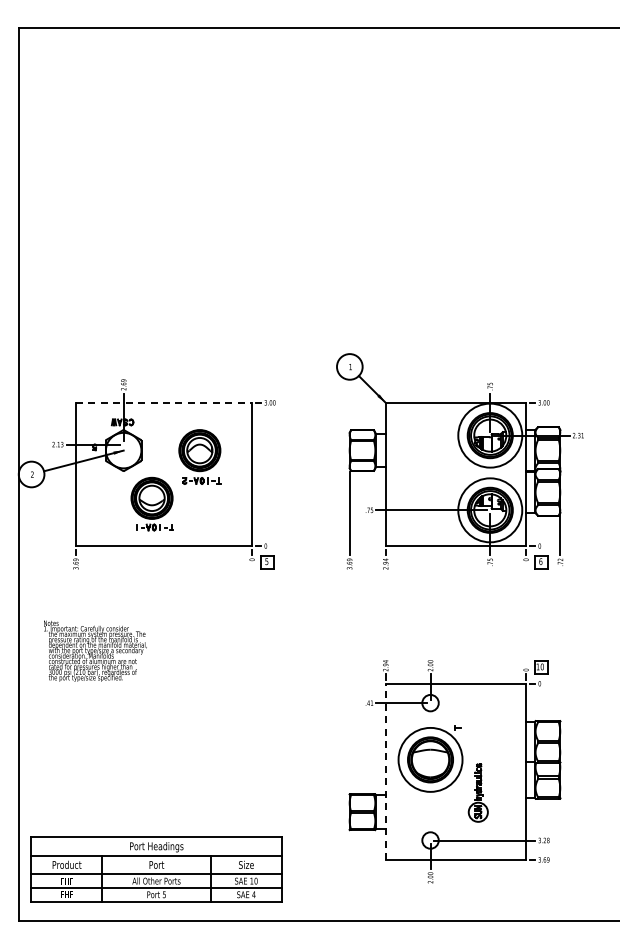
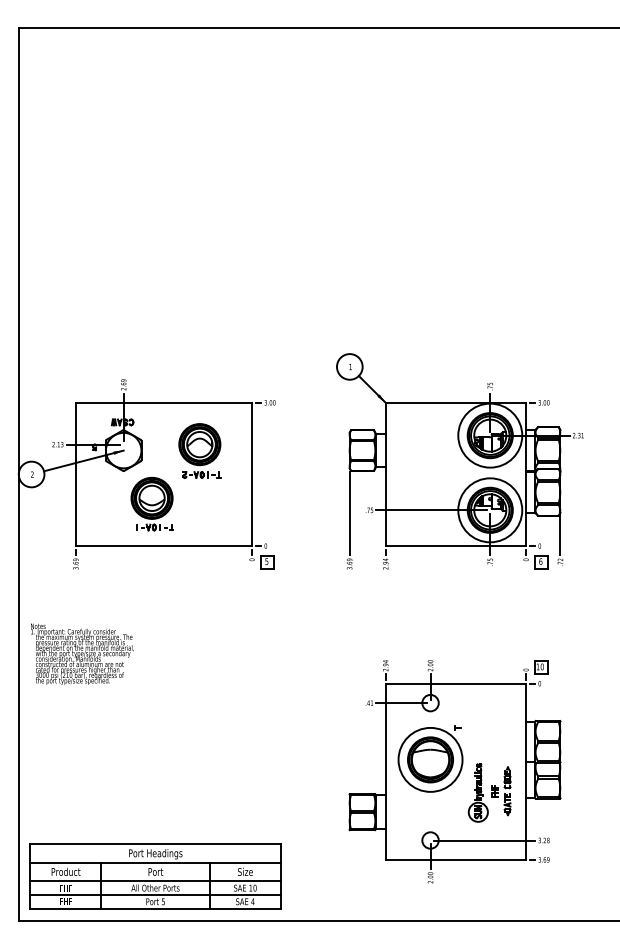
line at (164, 402): dashed -> solid
part at (199, 456) position: (199, 456) -> (199, 450)
text at (95, 650) position: (95, 650) -> (82, 653)
line at (385, 771): dashed -> solid
part at (501, 791): none -> present
part at (156, 869) position: (156, 869) -> (155, 876)
